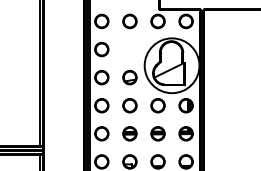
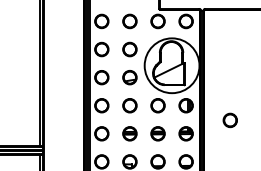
part at (129, 49): none -> present
part at (229, 120): none -> present
